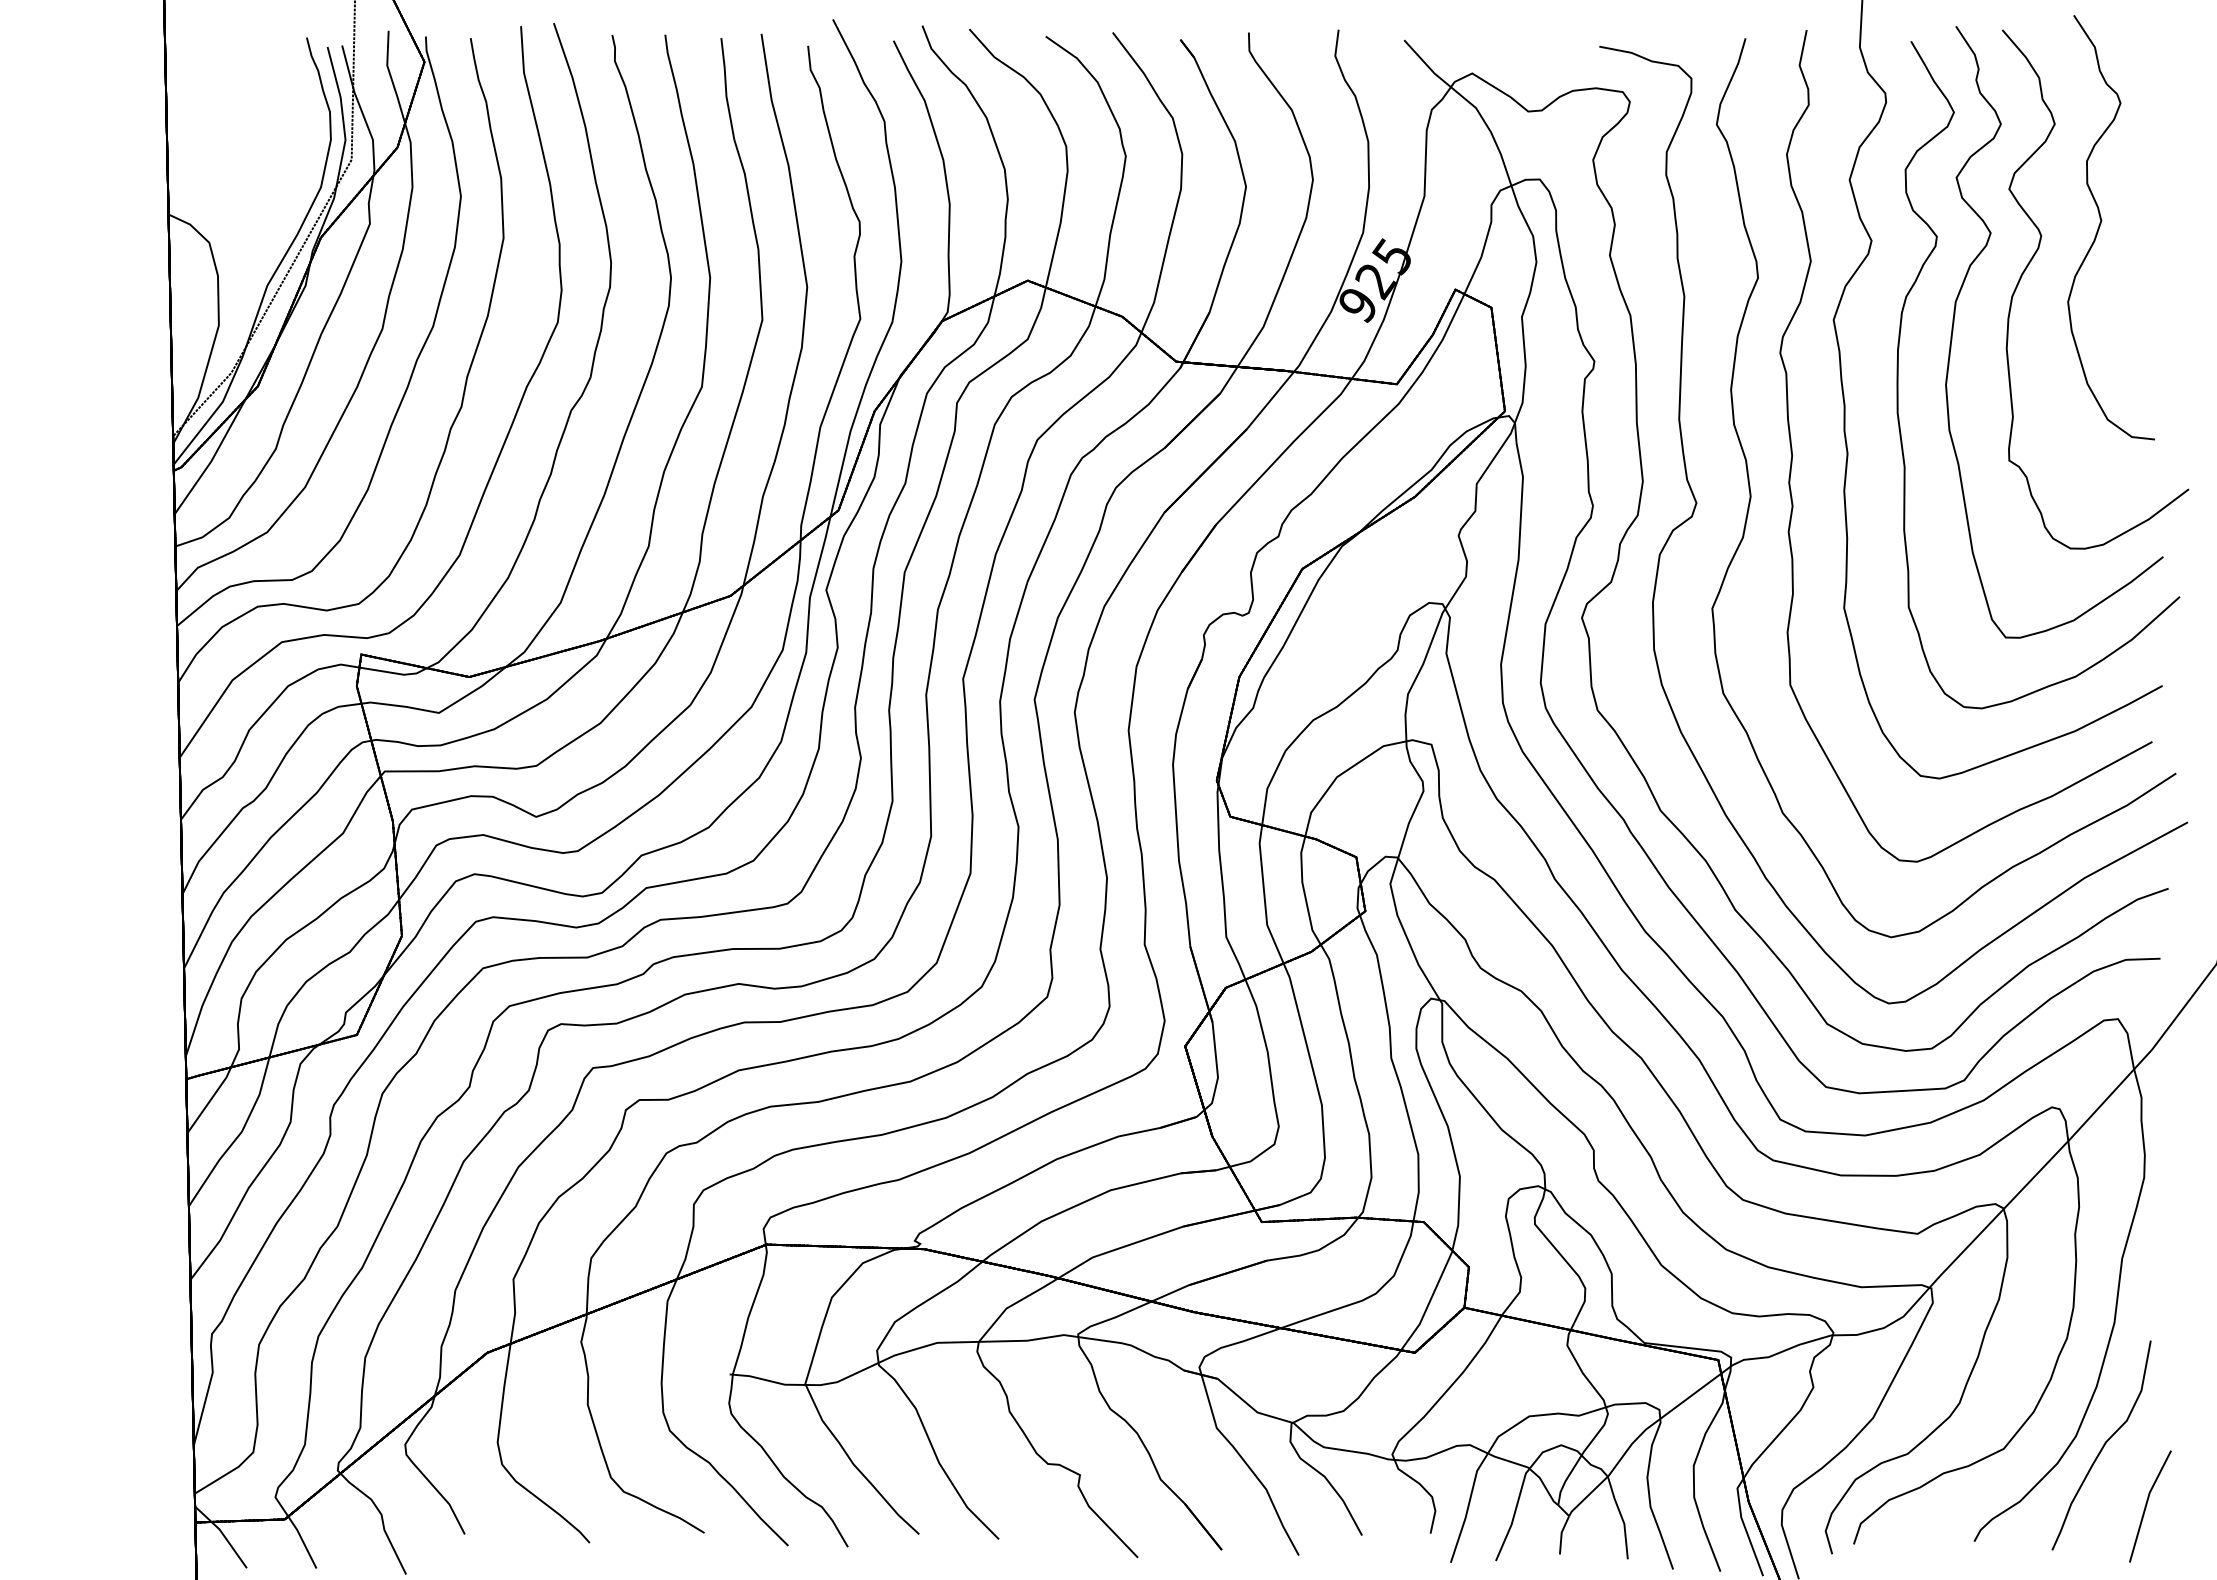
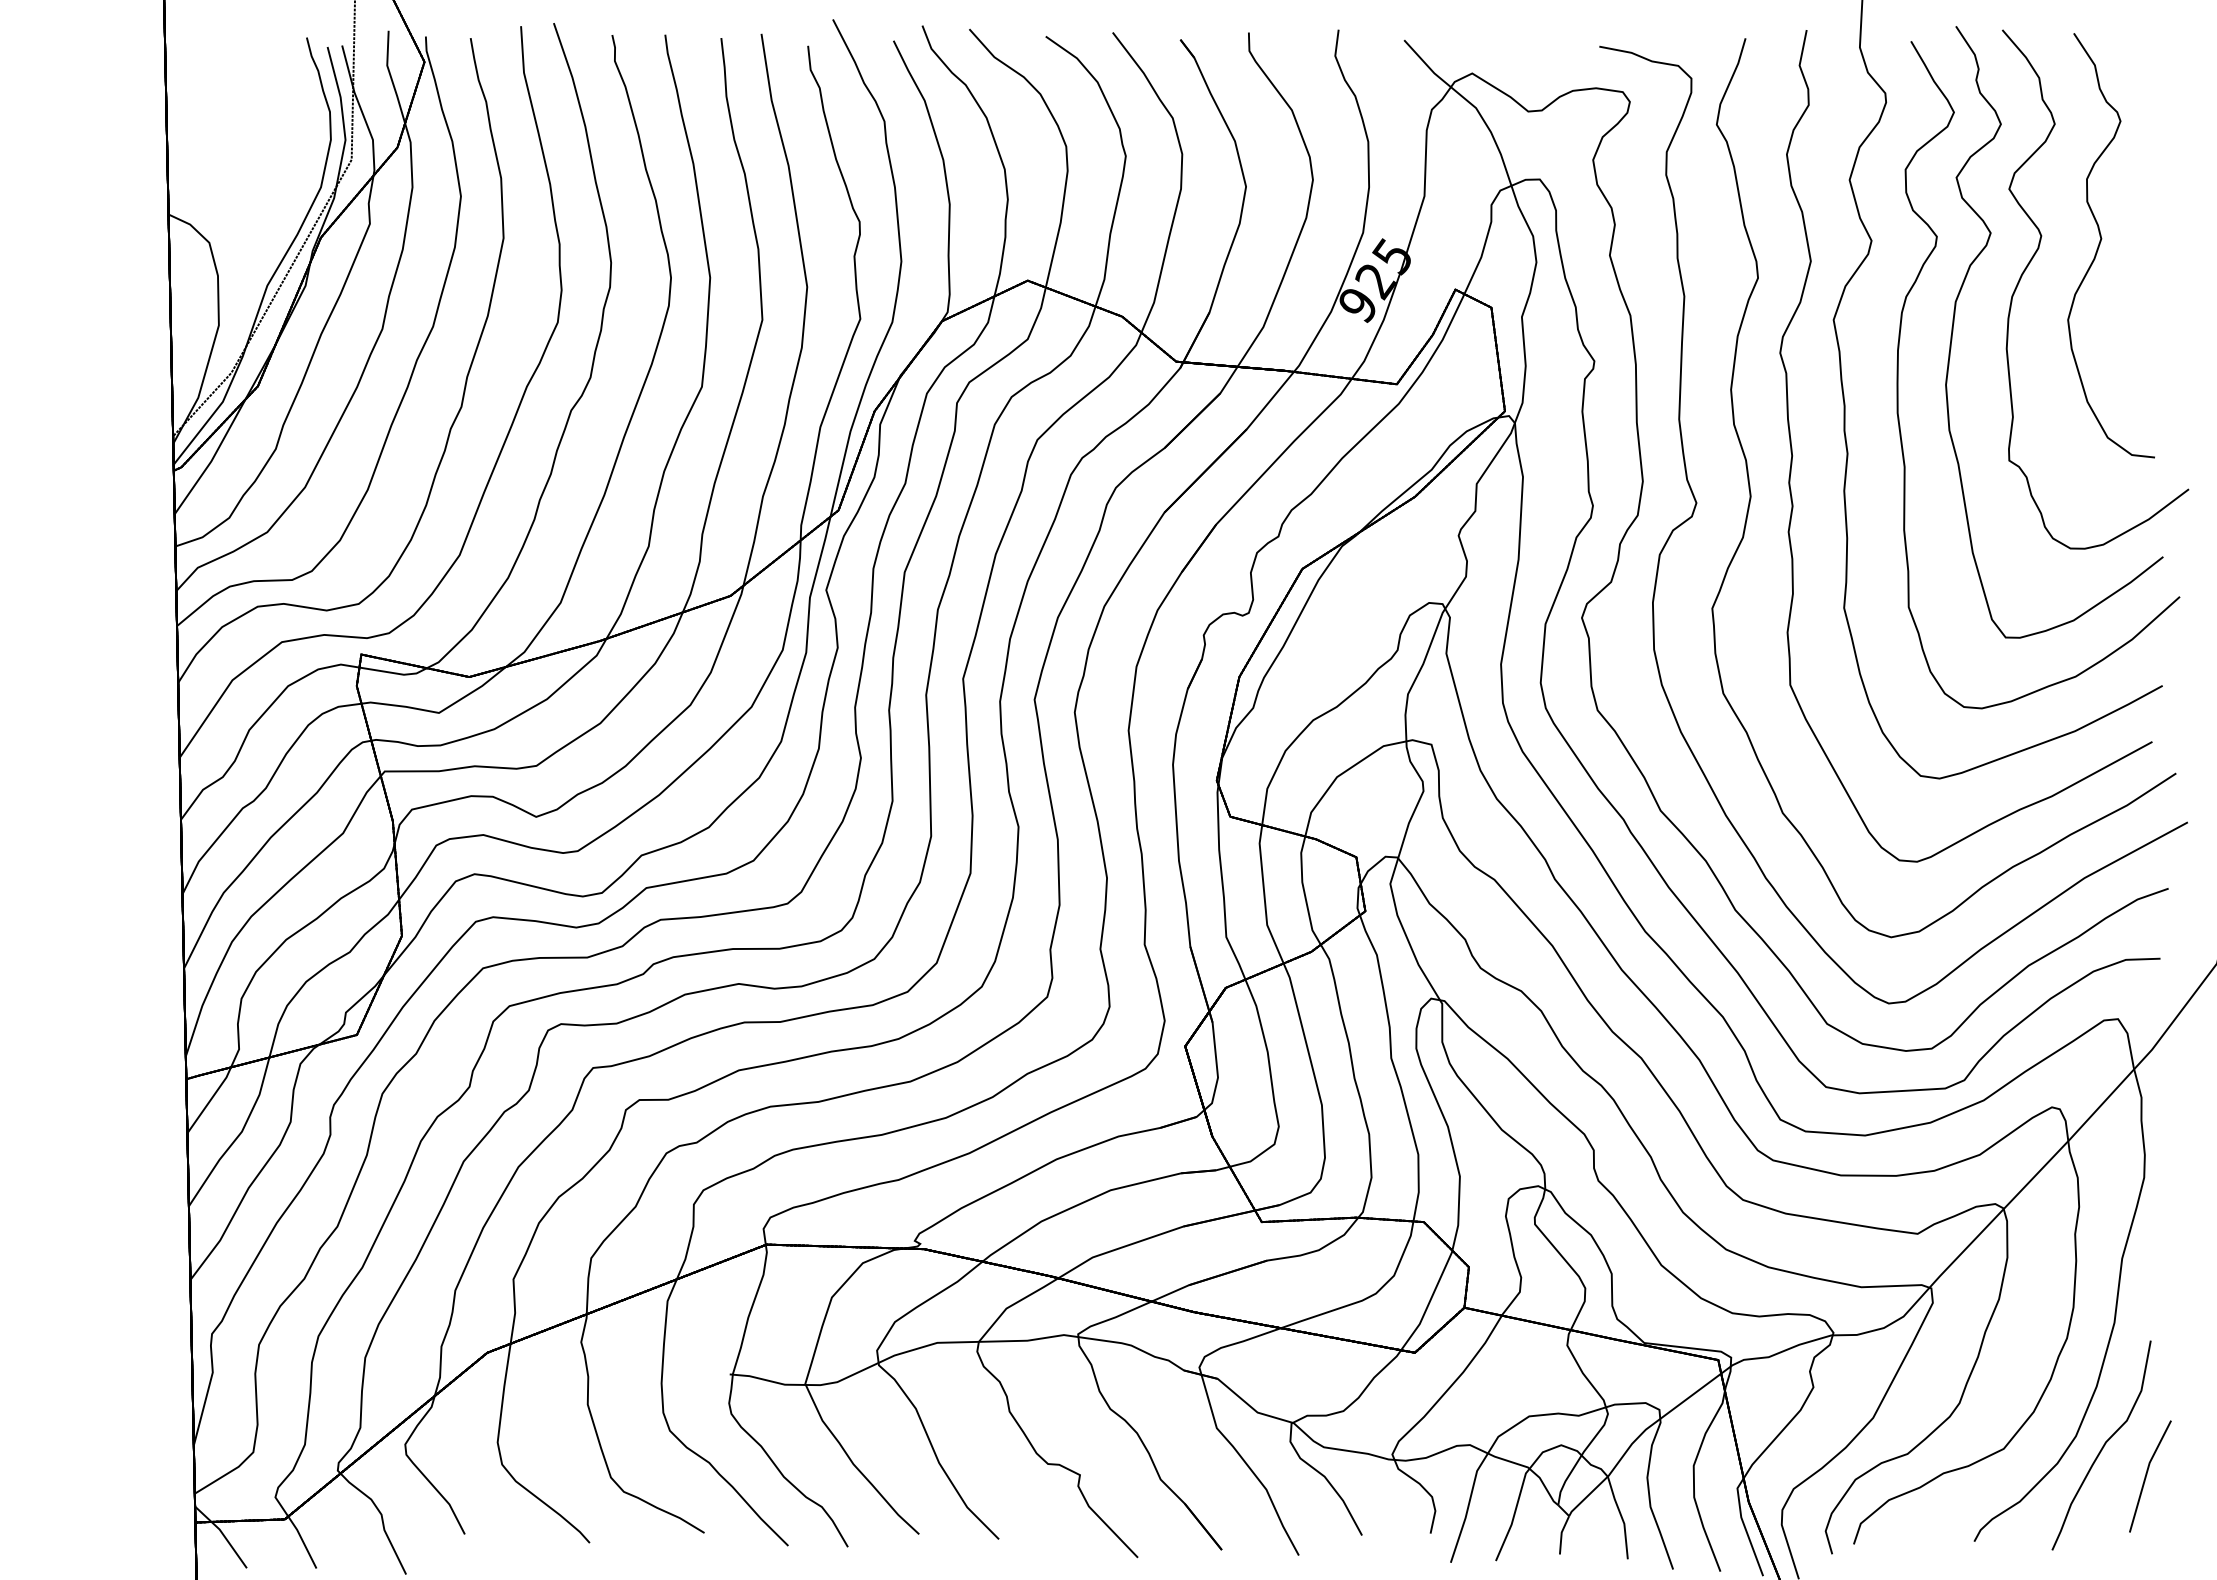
part at (2101, 223) position: (2101, 223) -> (2101, 241)
line at (2147, 1504) position: (2147, 1504) -> (2147, 1474)
